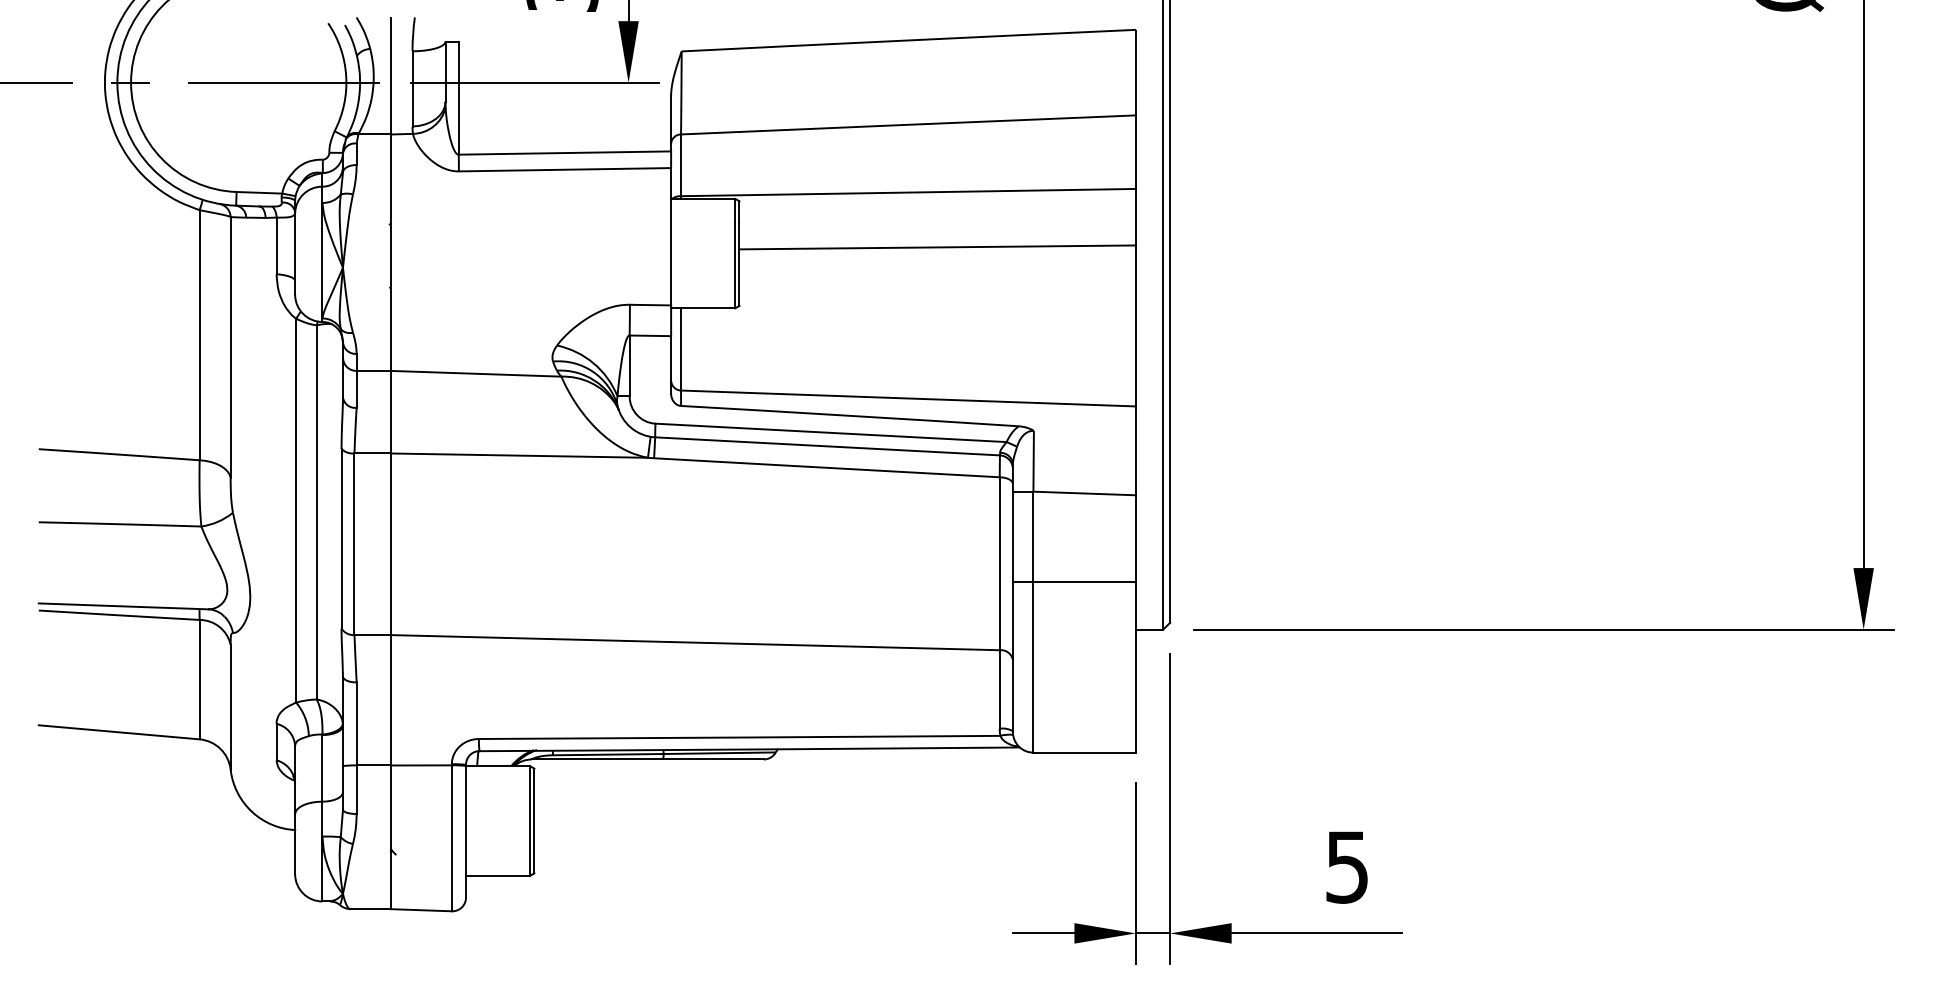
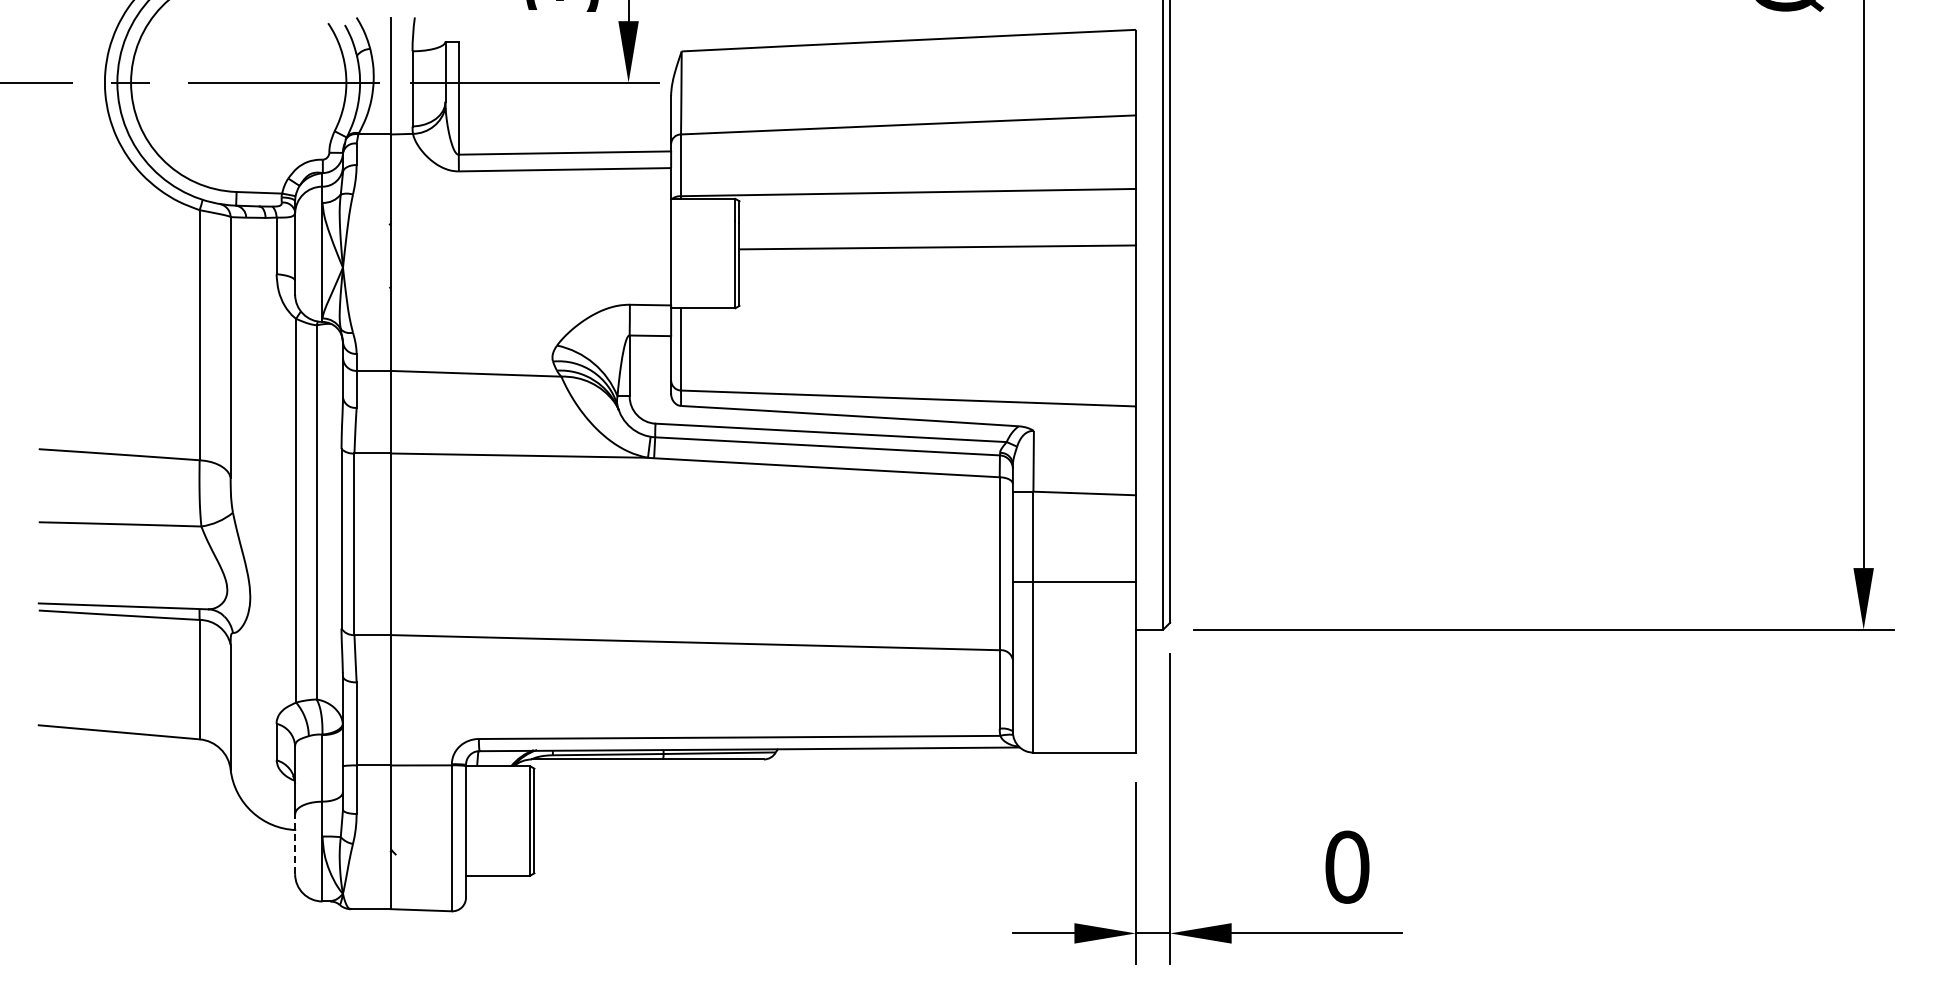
line at (295, 844): solid -> dashed
text at (1347, 866): 5 -> 0
